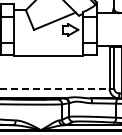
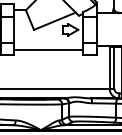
line at (48, 55) position: (48, 55) -> (48, 49)
line at (57, 88): dashed -> solid
